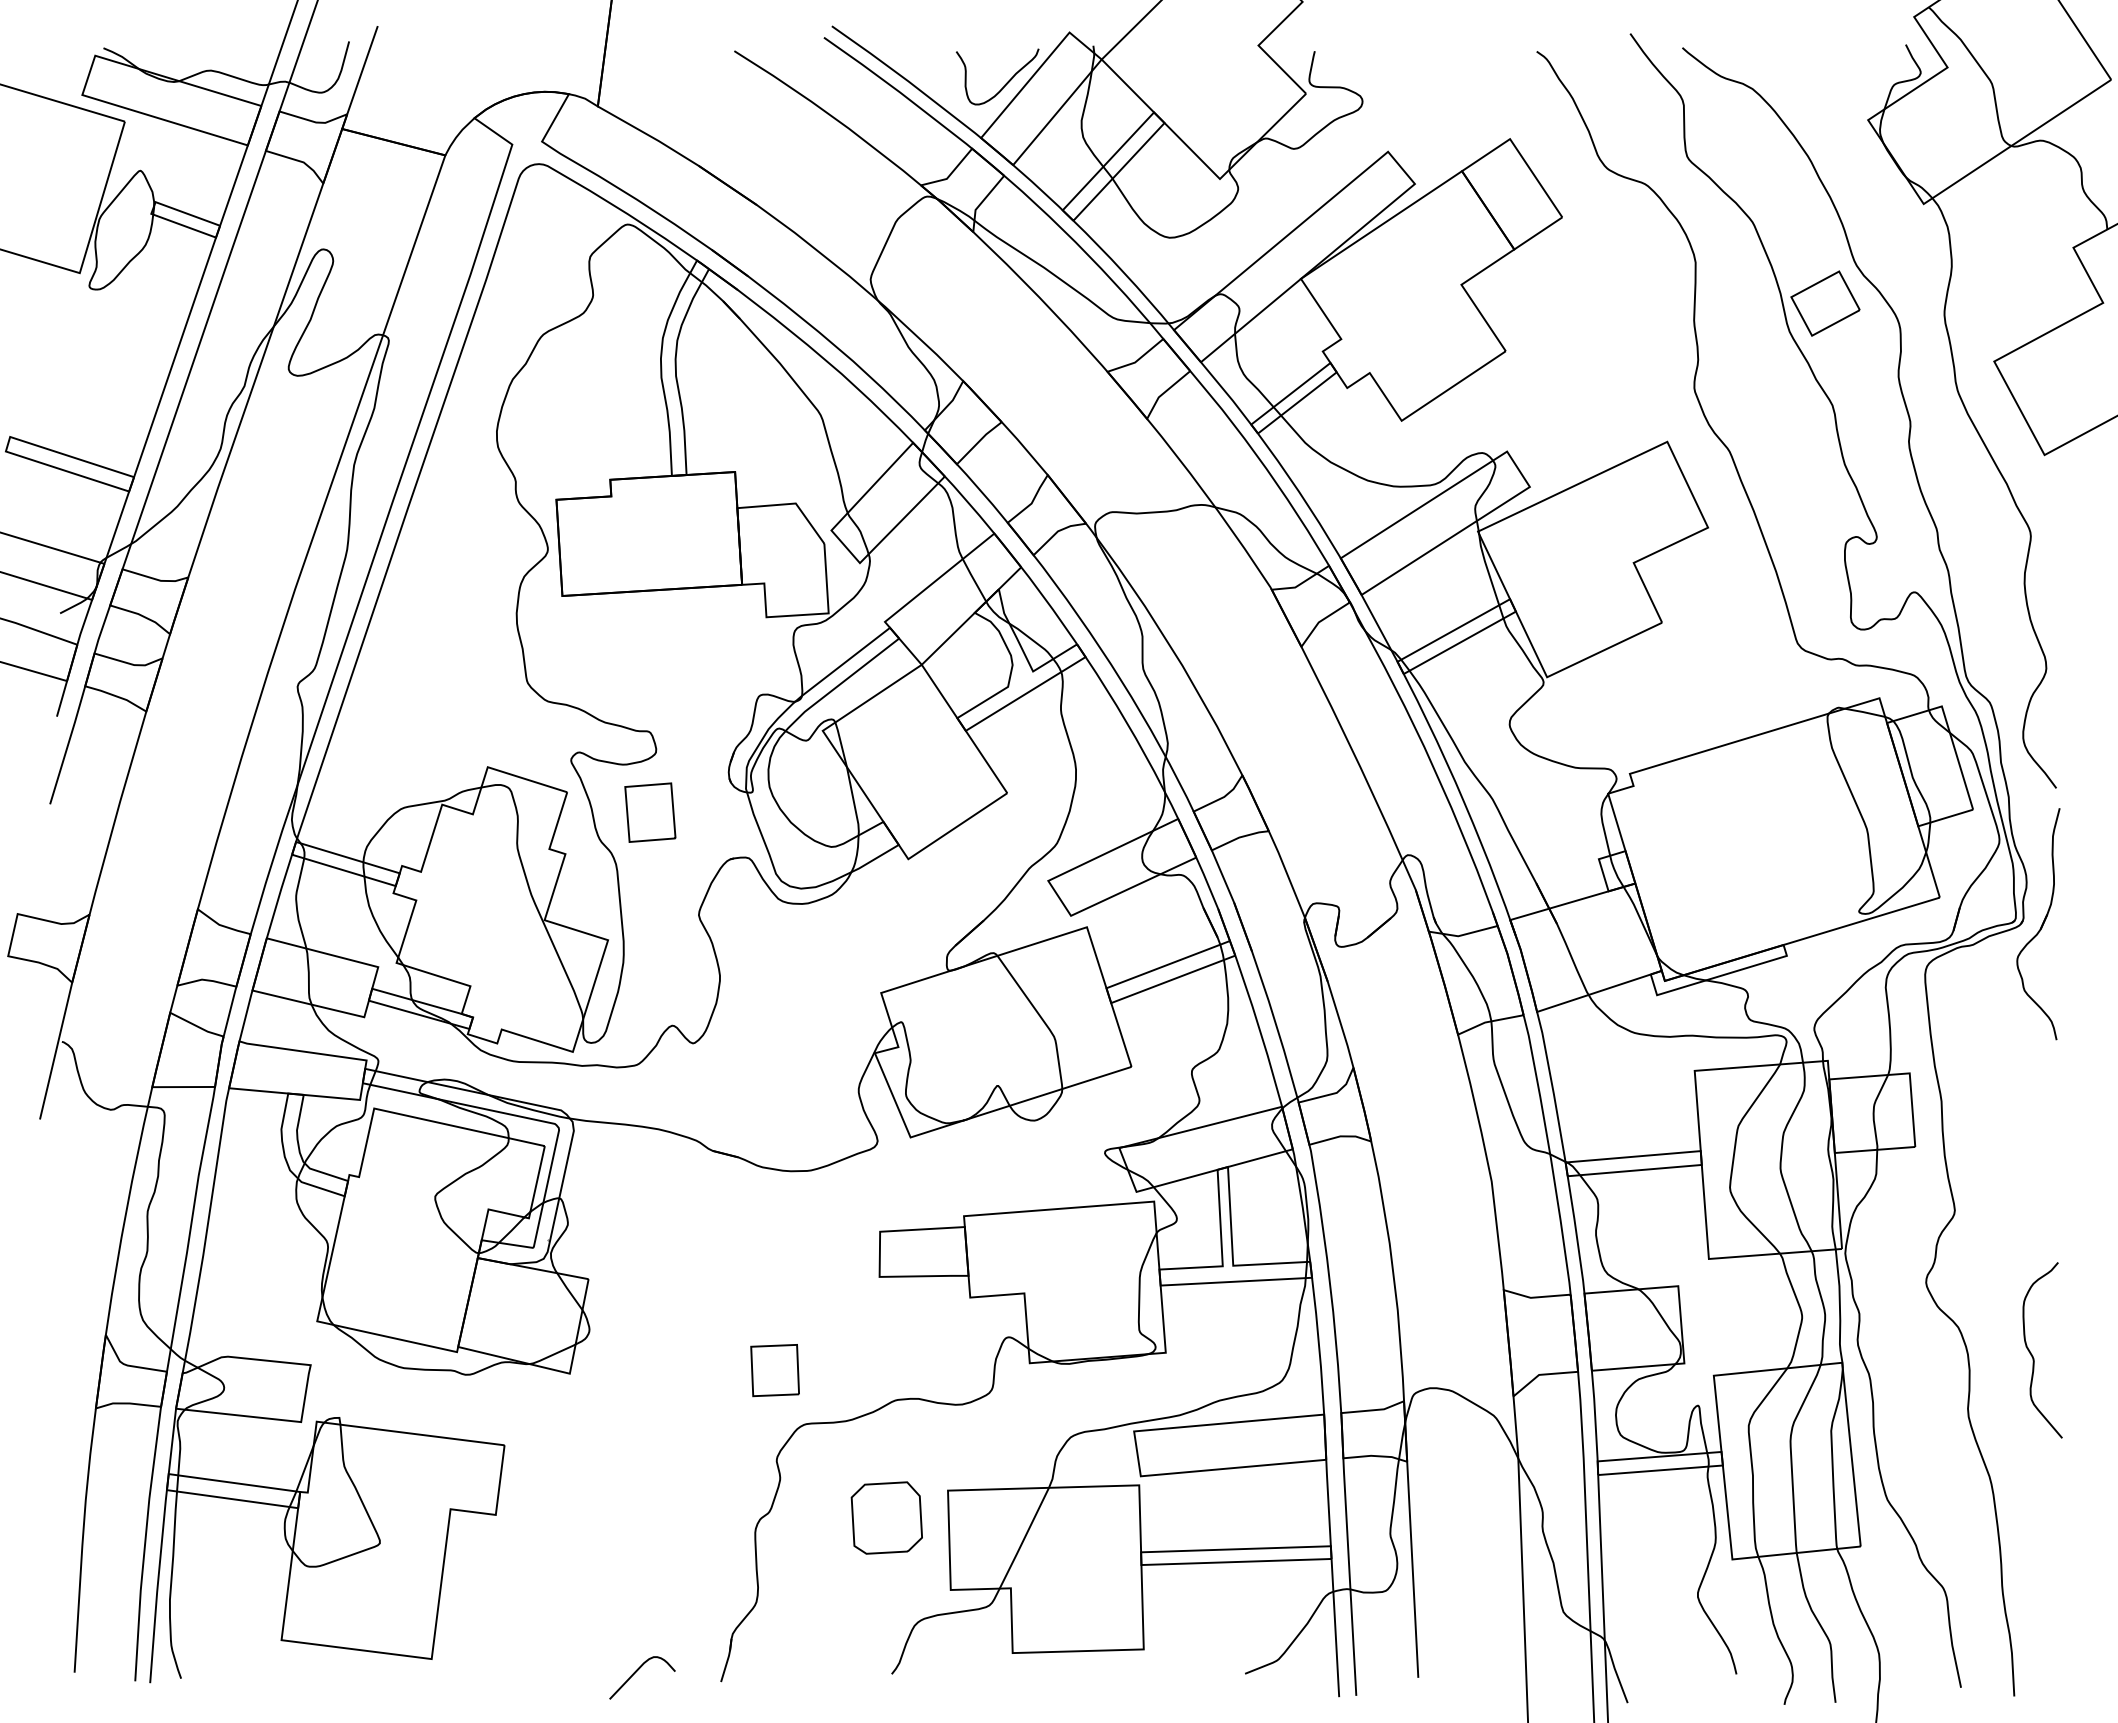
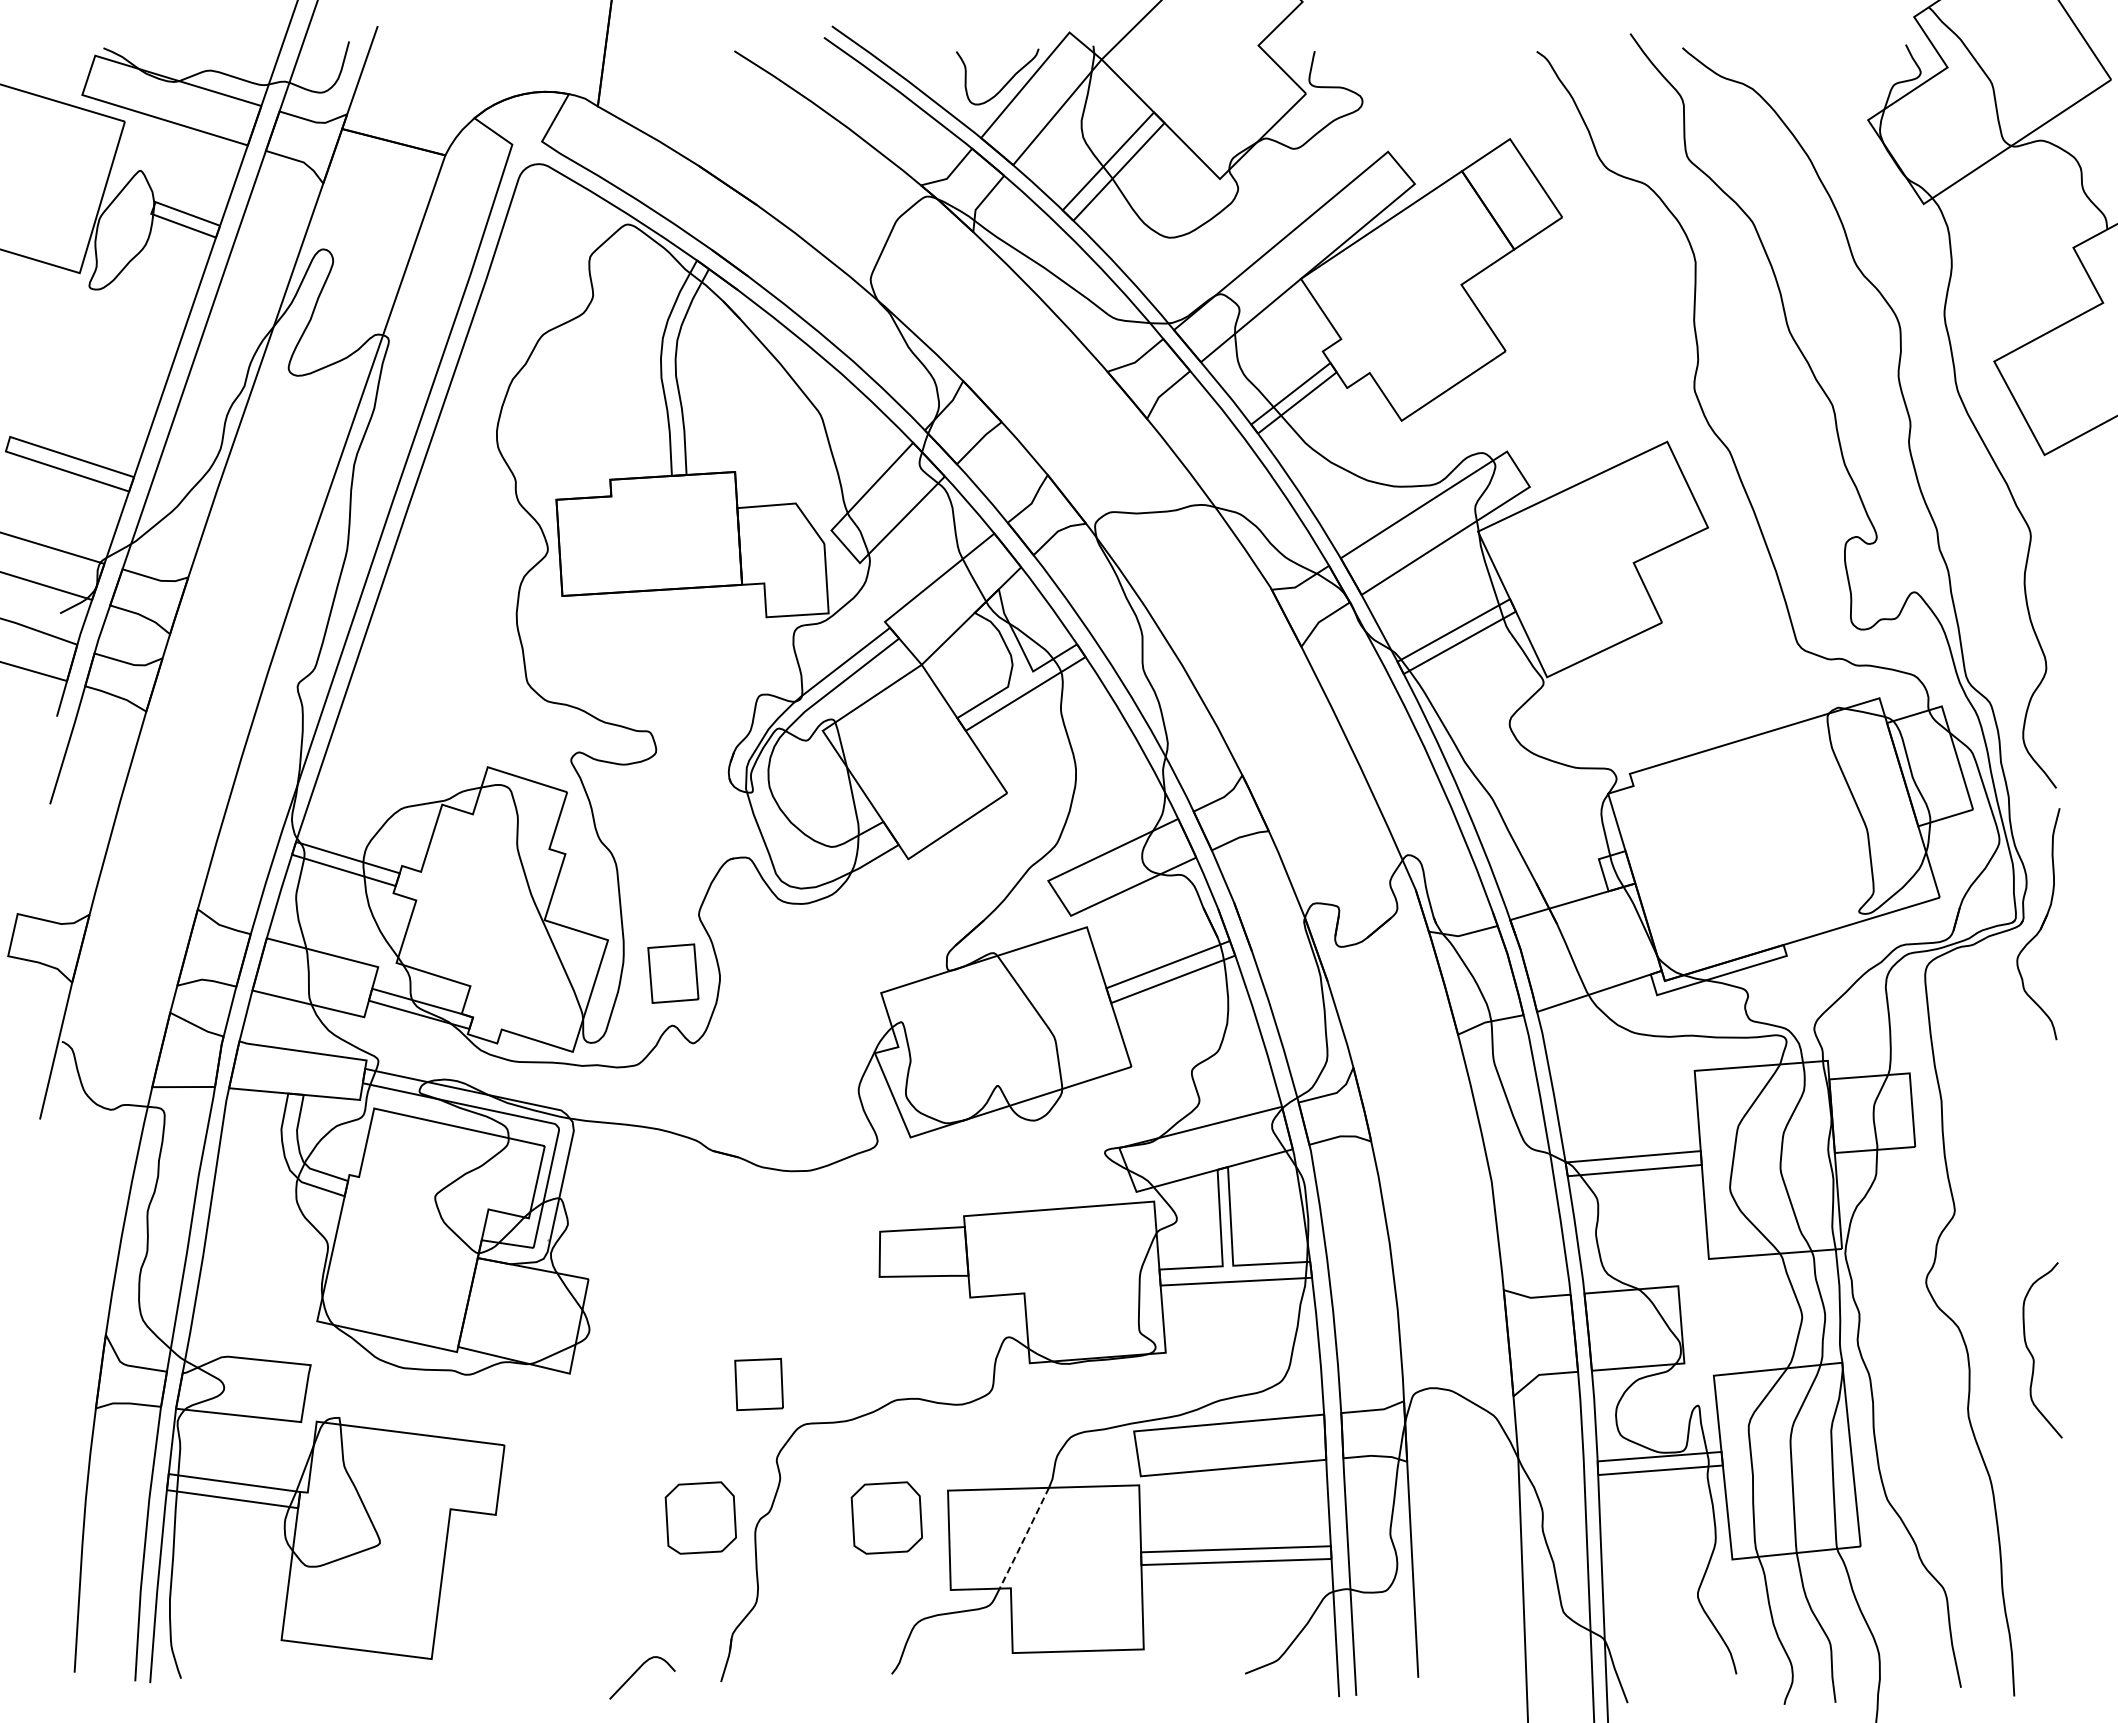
part at (1825, 303): present -> none
part at (650, 812) position: (650, 812) -> (673, 973)
part at (774, 1370) position: (774, 1370) -> (758, 1384)
part at (700, 1517): none -> present
line at (1024, 1539): solid -> dashed
